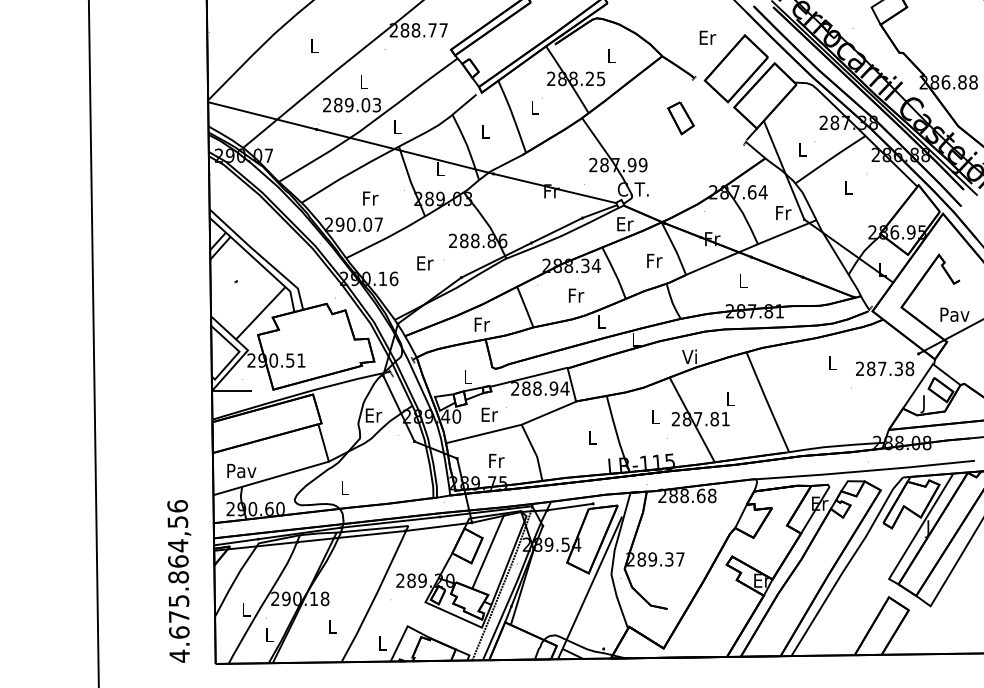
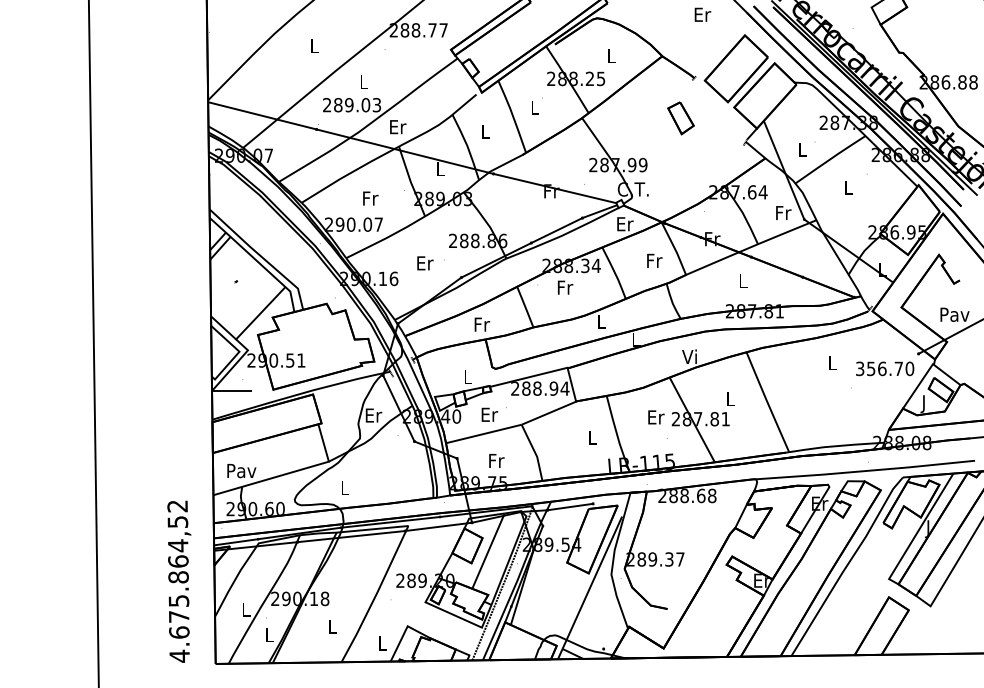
text at (707, 37) position: (707, 37) -> (702, 14)
text at (398, 127): L -> Er
text at (576, 295) position: (576, 295) -> (565, 287)
text at (885, 368): 287.38 -> 356.70
text at (656, 417): L -> Er
text at (177, 506): 4.675.864,56 -> 4.675.864,52
